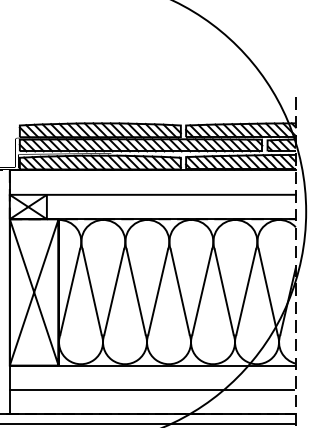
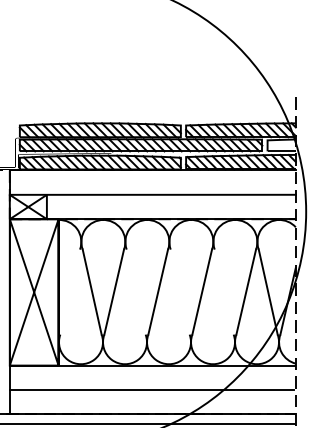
hatch at (281, 145): present -> none
line at (70, 291): present -> none
line at (135, 291): present -> none
line at (179, 291): present -> none
line at (223, 291): present -> none
